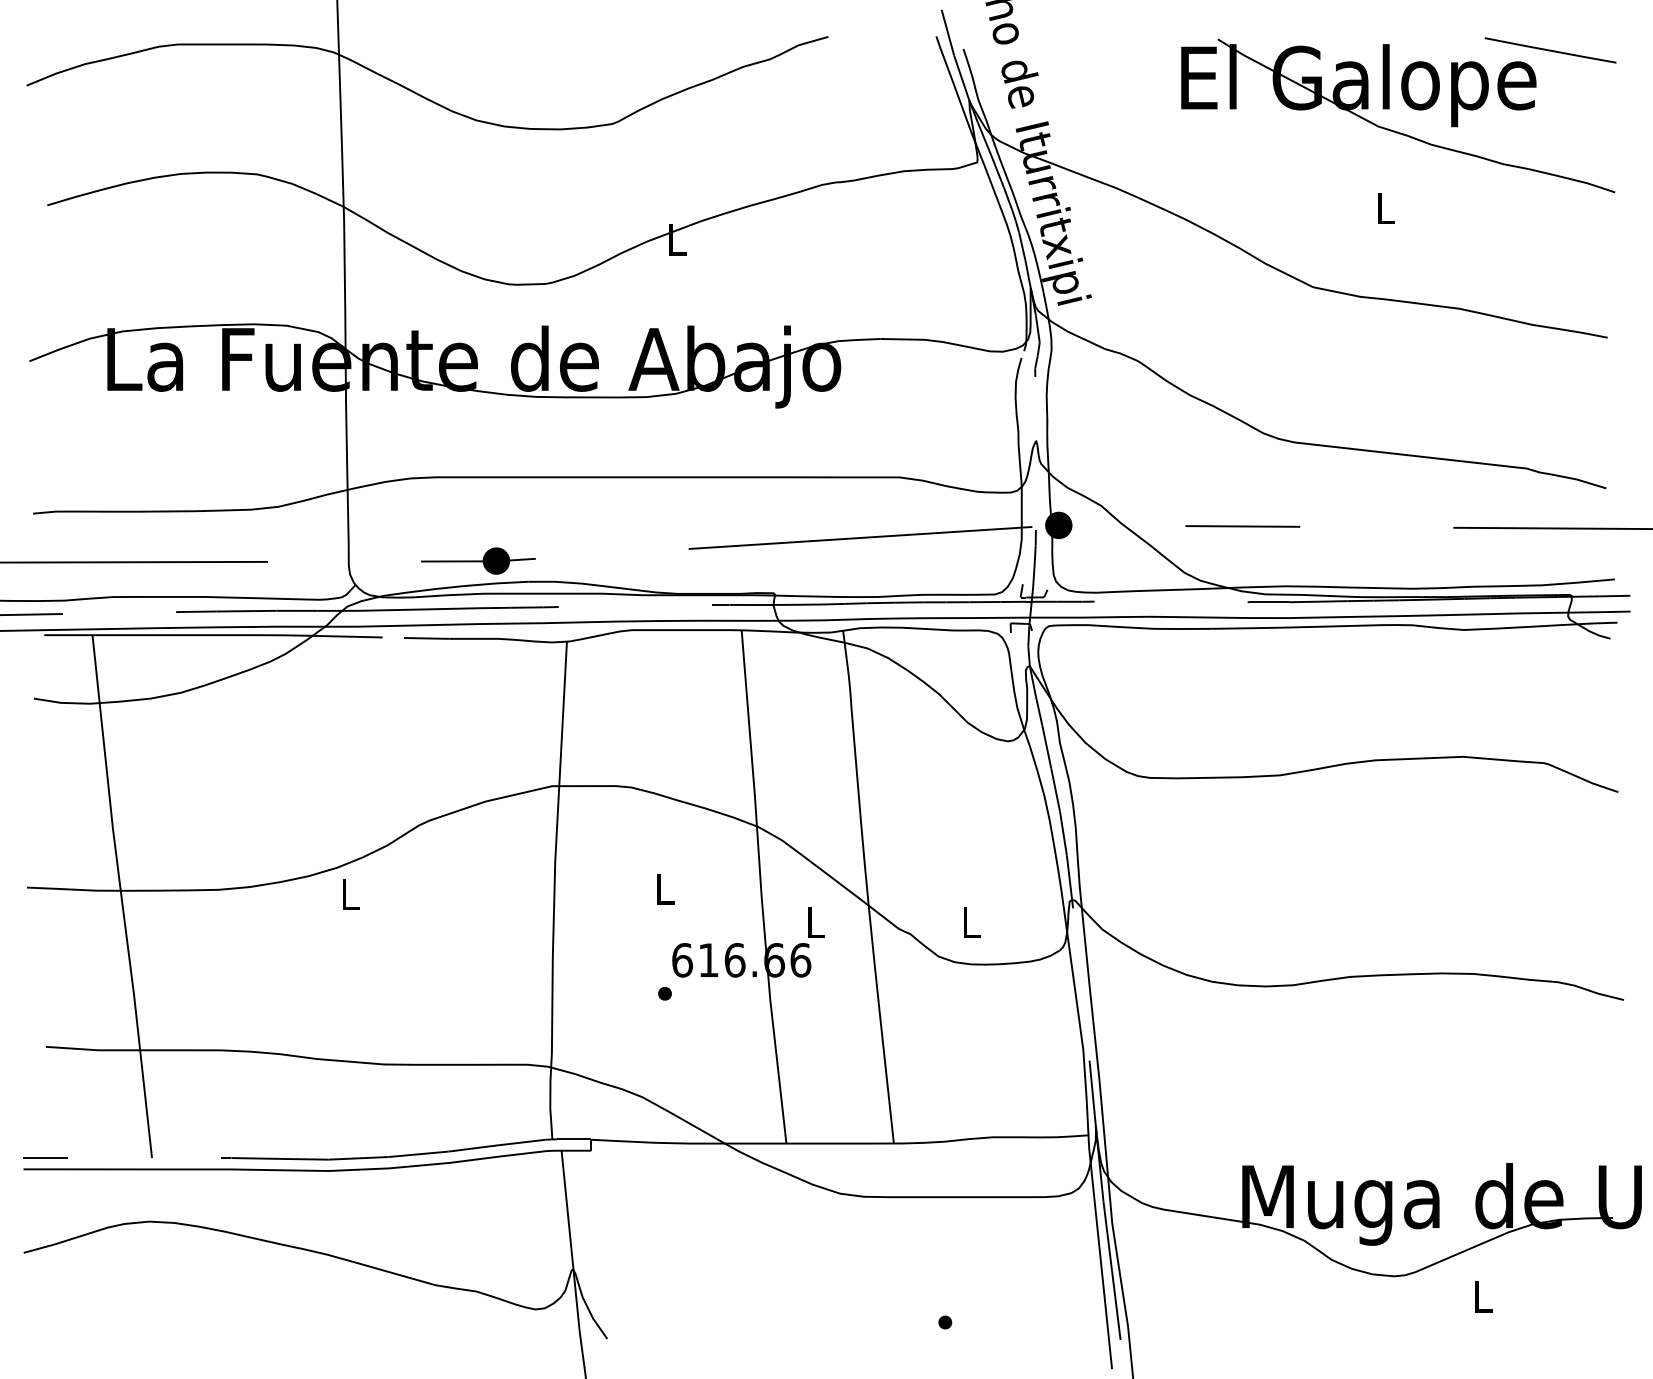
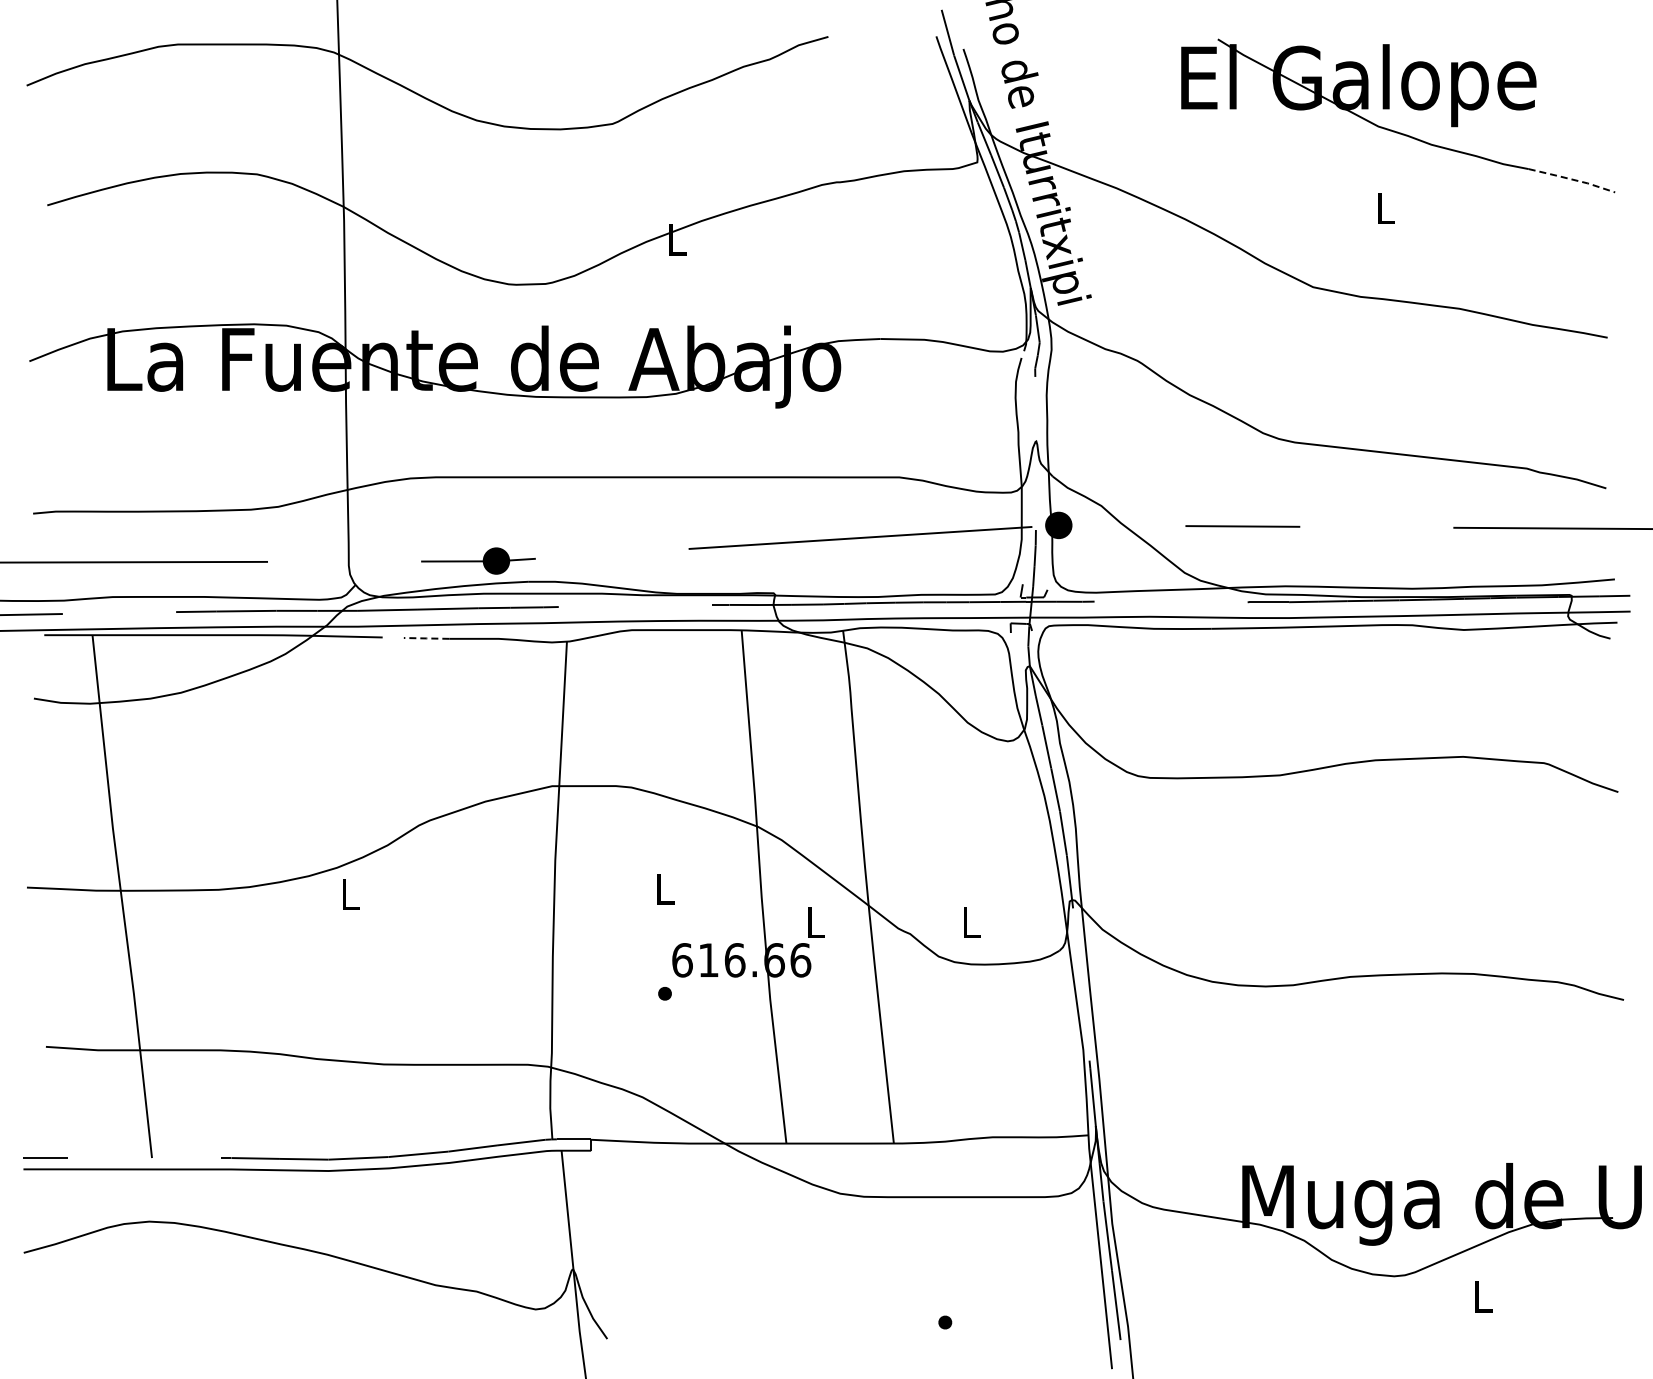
line at (1550, 50): present -> none
line at (1572, 179): solid -> dashed
line at (426, 638): solid -> dashed
